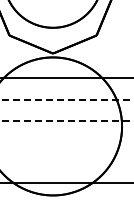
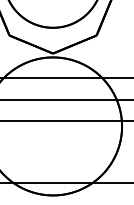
line at (66, 99): dashed -> solid
line at (66, 121): dashed -> solid
